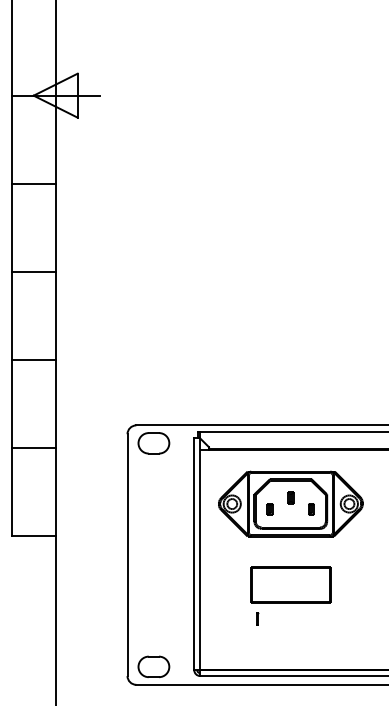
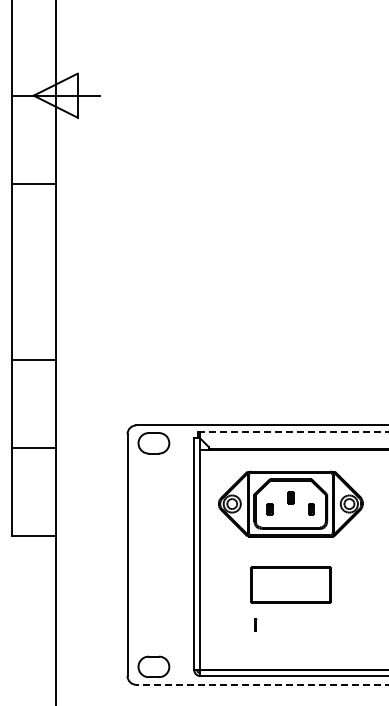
line at (33, 271): present -> none
line at (293, 431): solid -> dashed
part at (257, 618) position: (257, 618) -> (255, 624)
line at (262, 684): solid -> dashed
